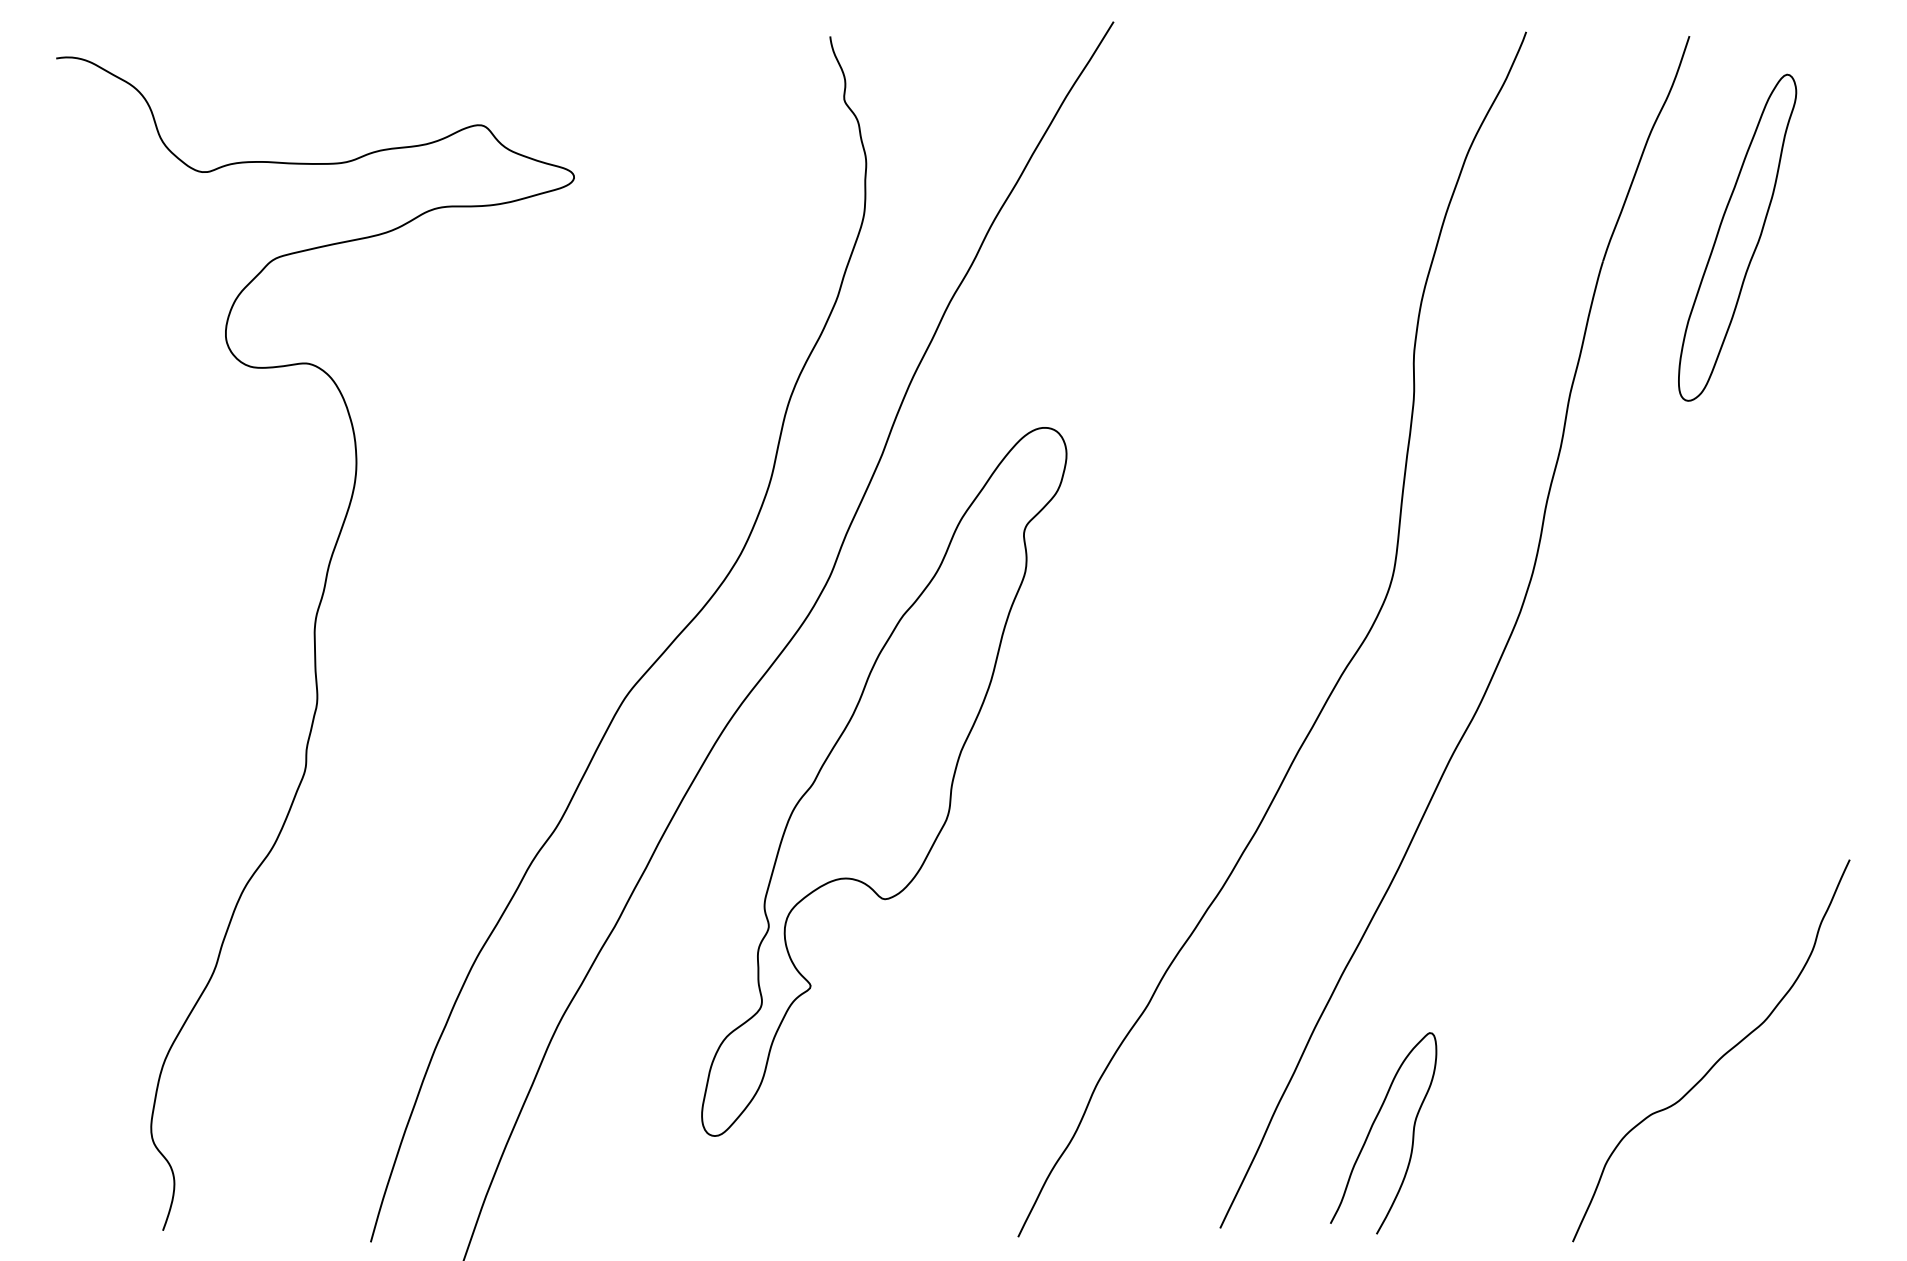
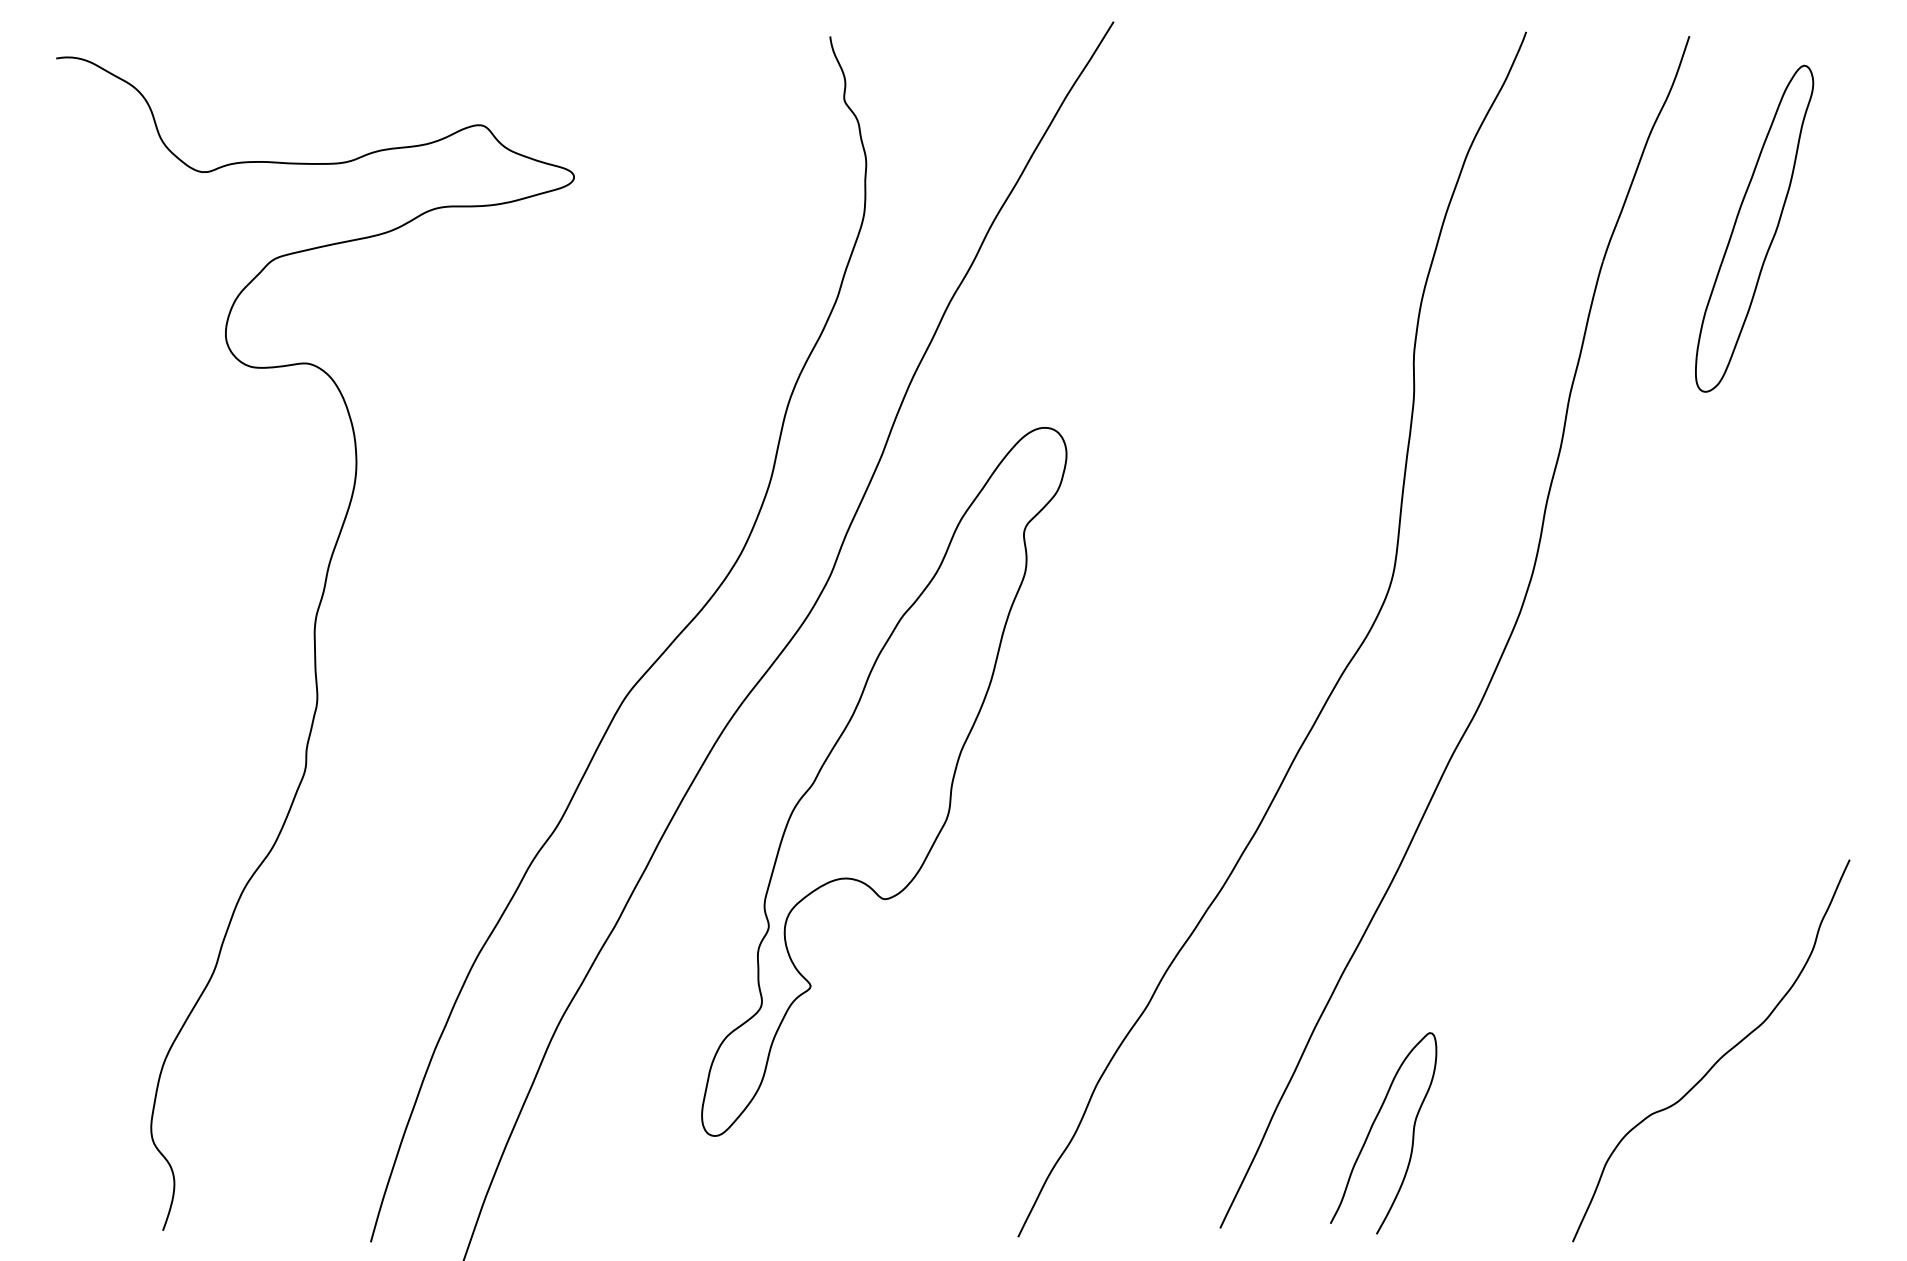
part at (1737, 237) position: (1737, 237) -> (1754, 228)
